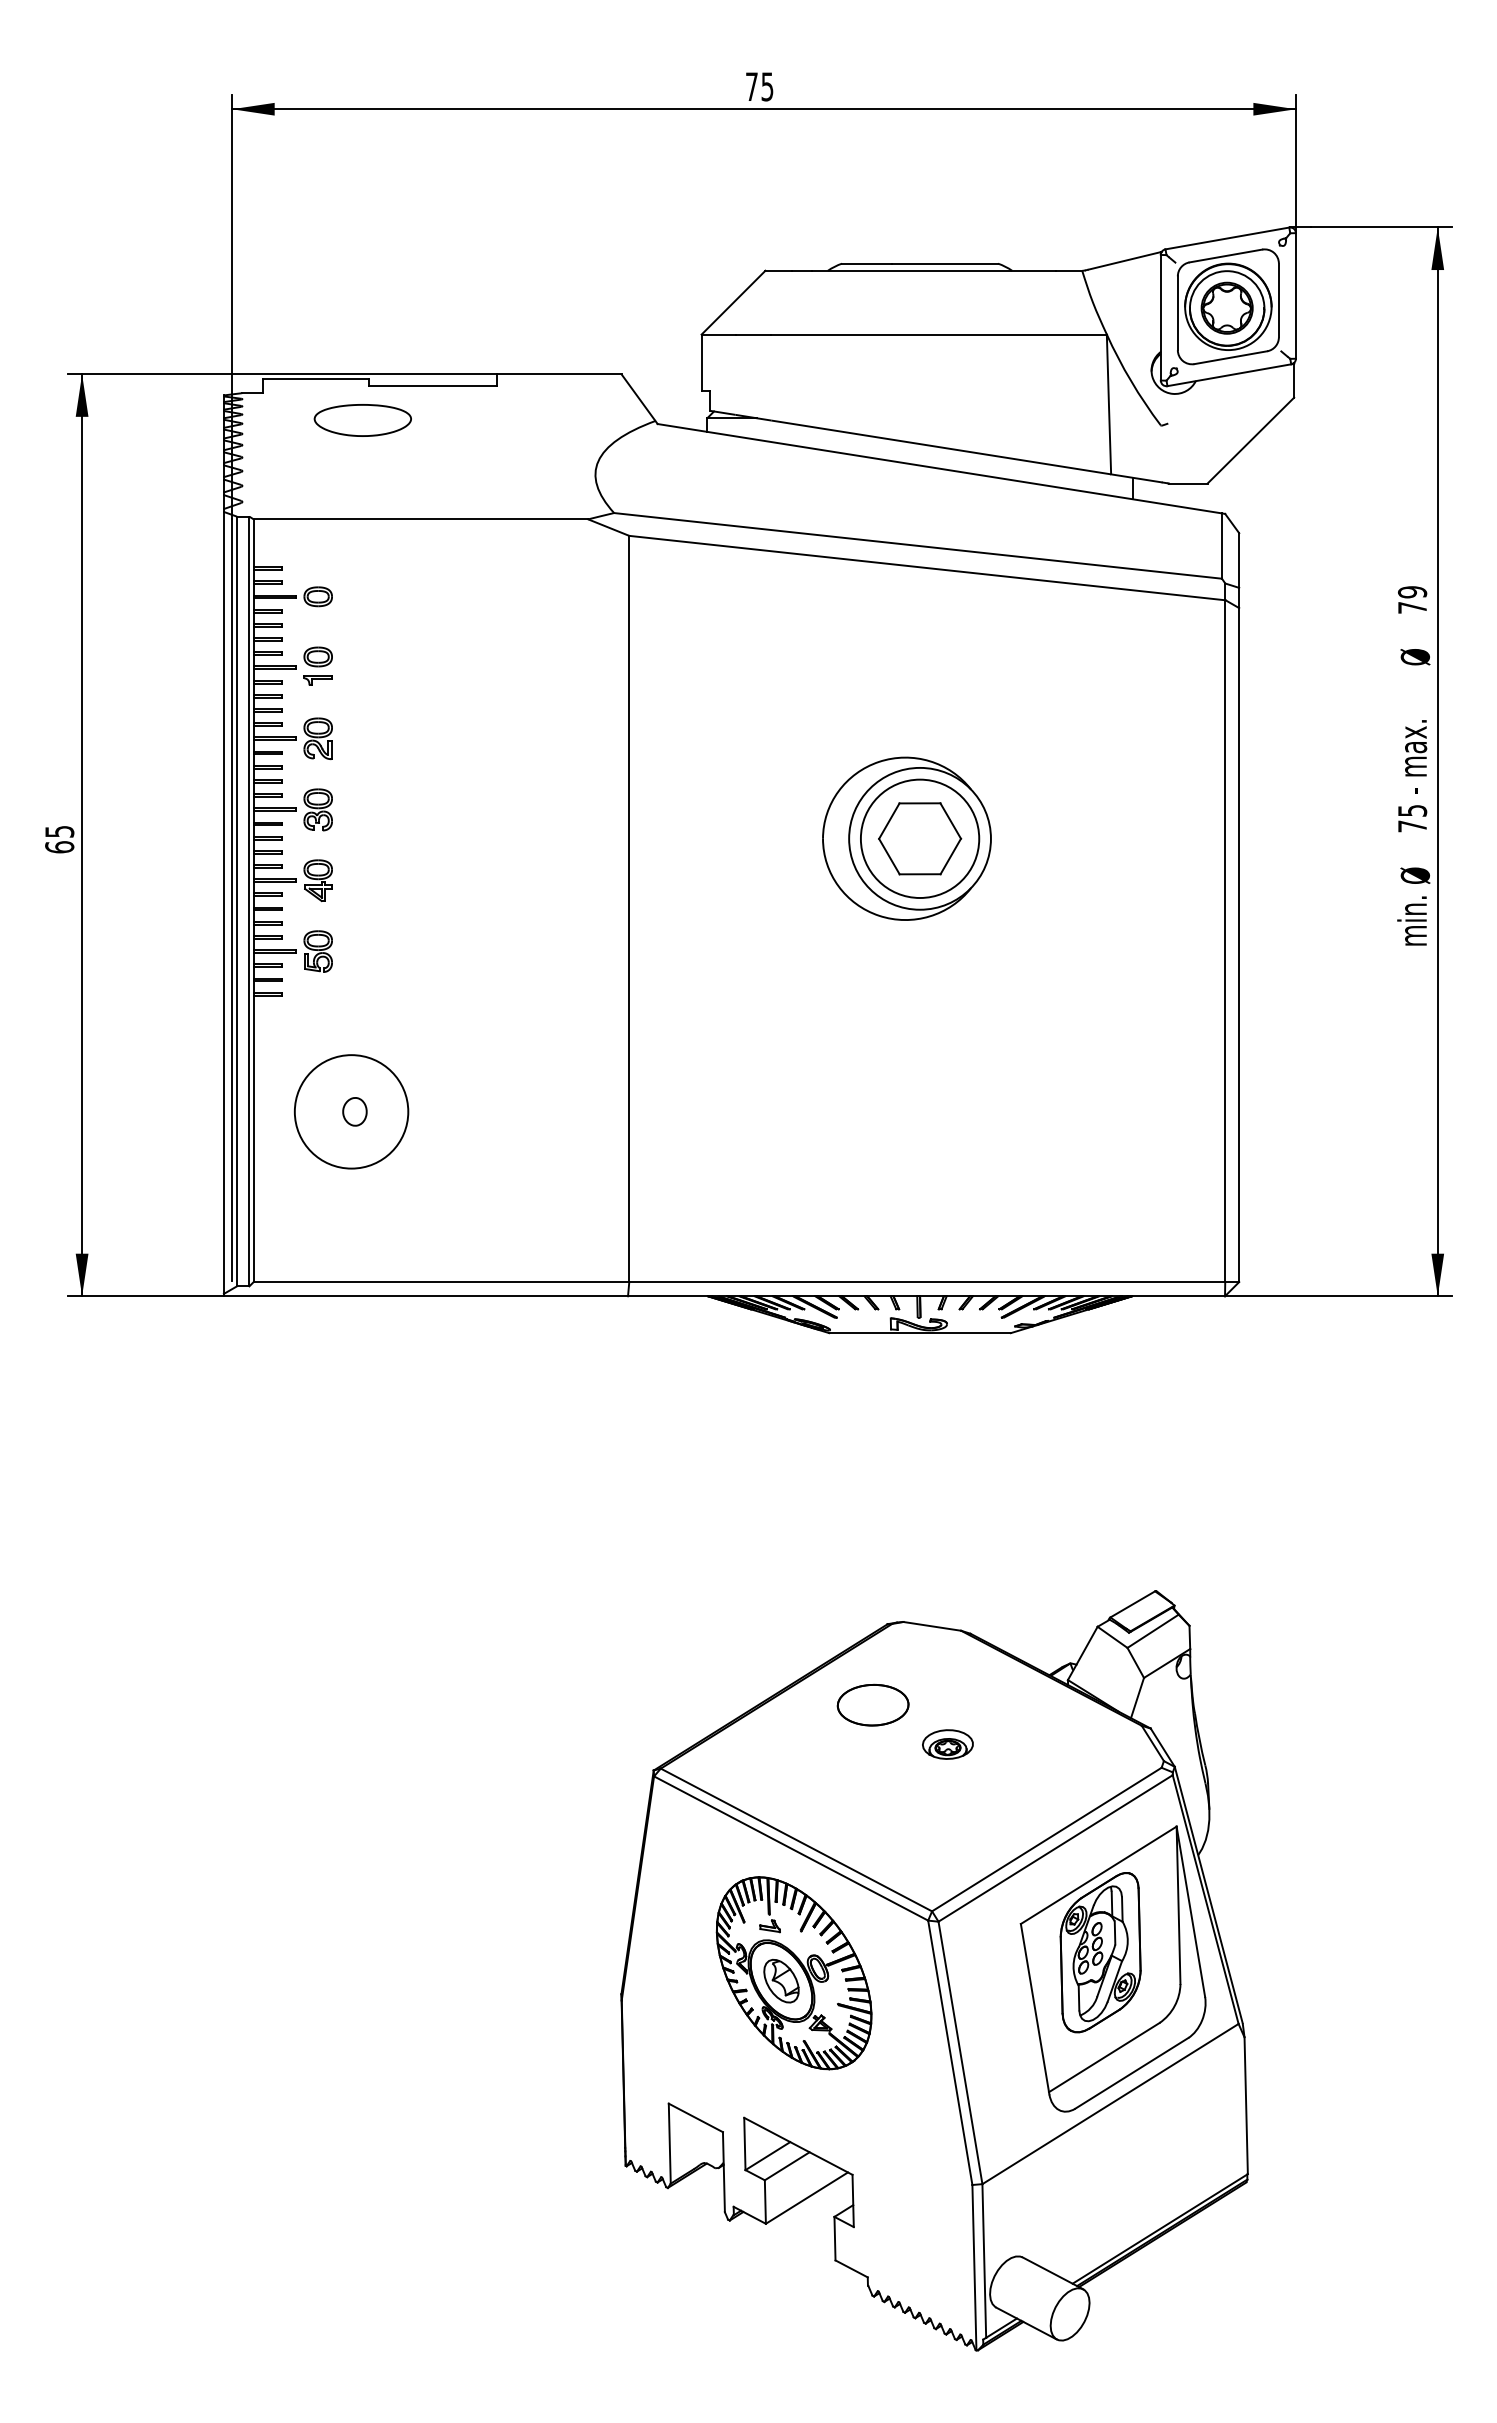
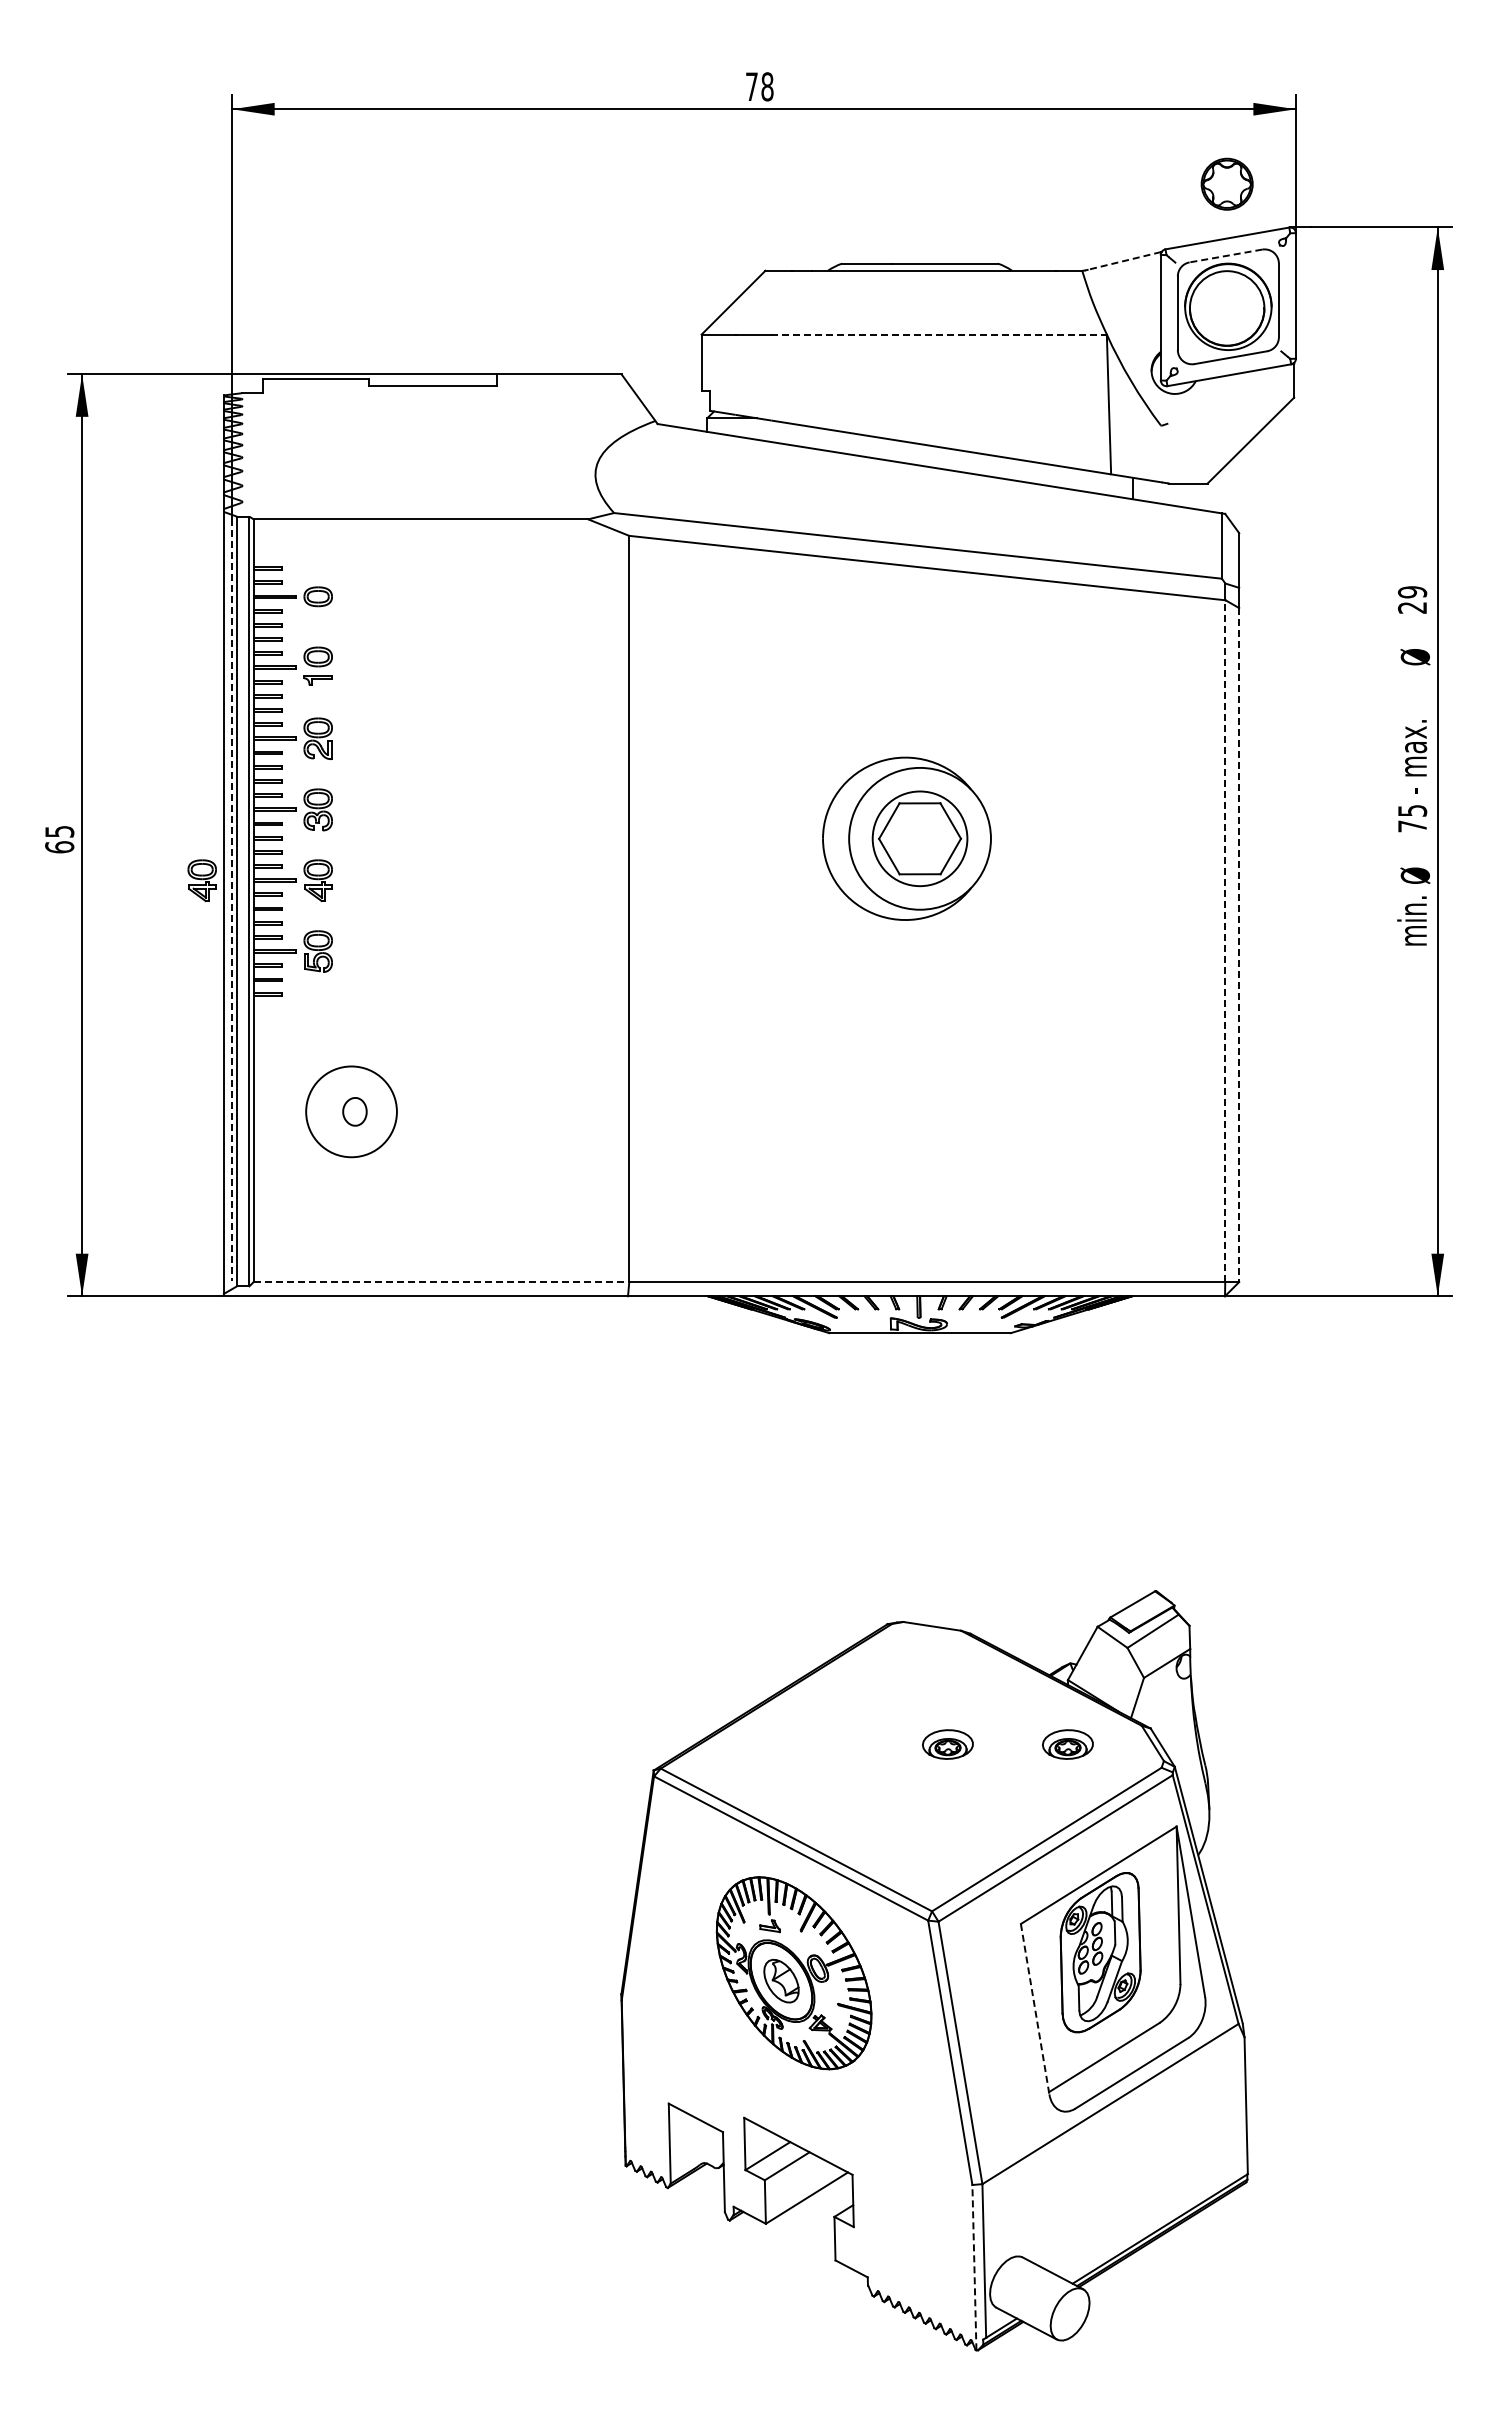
text at (767, 86): 75 -> 78
line at (1225, 256): solid -> dashed
line at (1124, 260): solid -> dashed
part at (1226, 307) position: (1226, 307) -> (1226, 183)
line at (939, 334): solid -> dashed
part at (362, 420): present -> none
text at (1411, 607): 79 -> 29
circle at (919, 838) diameter: 118 px -> 95 px
part at (201, 880): none -> present
line at (232, 900): solid -> dashed
line at (1225, 941): solid -> dashed
line at (1239, 945): solid -> dashed
circle at (351, 1111) diameter: 113 px -> 91 px
line at (441, 1282): solid -> dashed
part at (872, 1704): present -> none
part at (1067, 1744): none -> present
line at (1035, 2009): solid -> dashed
line at (974, 2267): solid -> dashed
